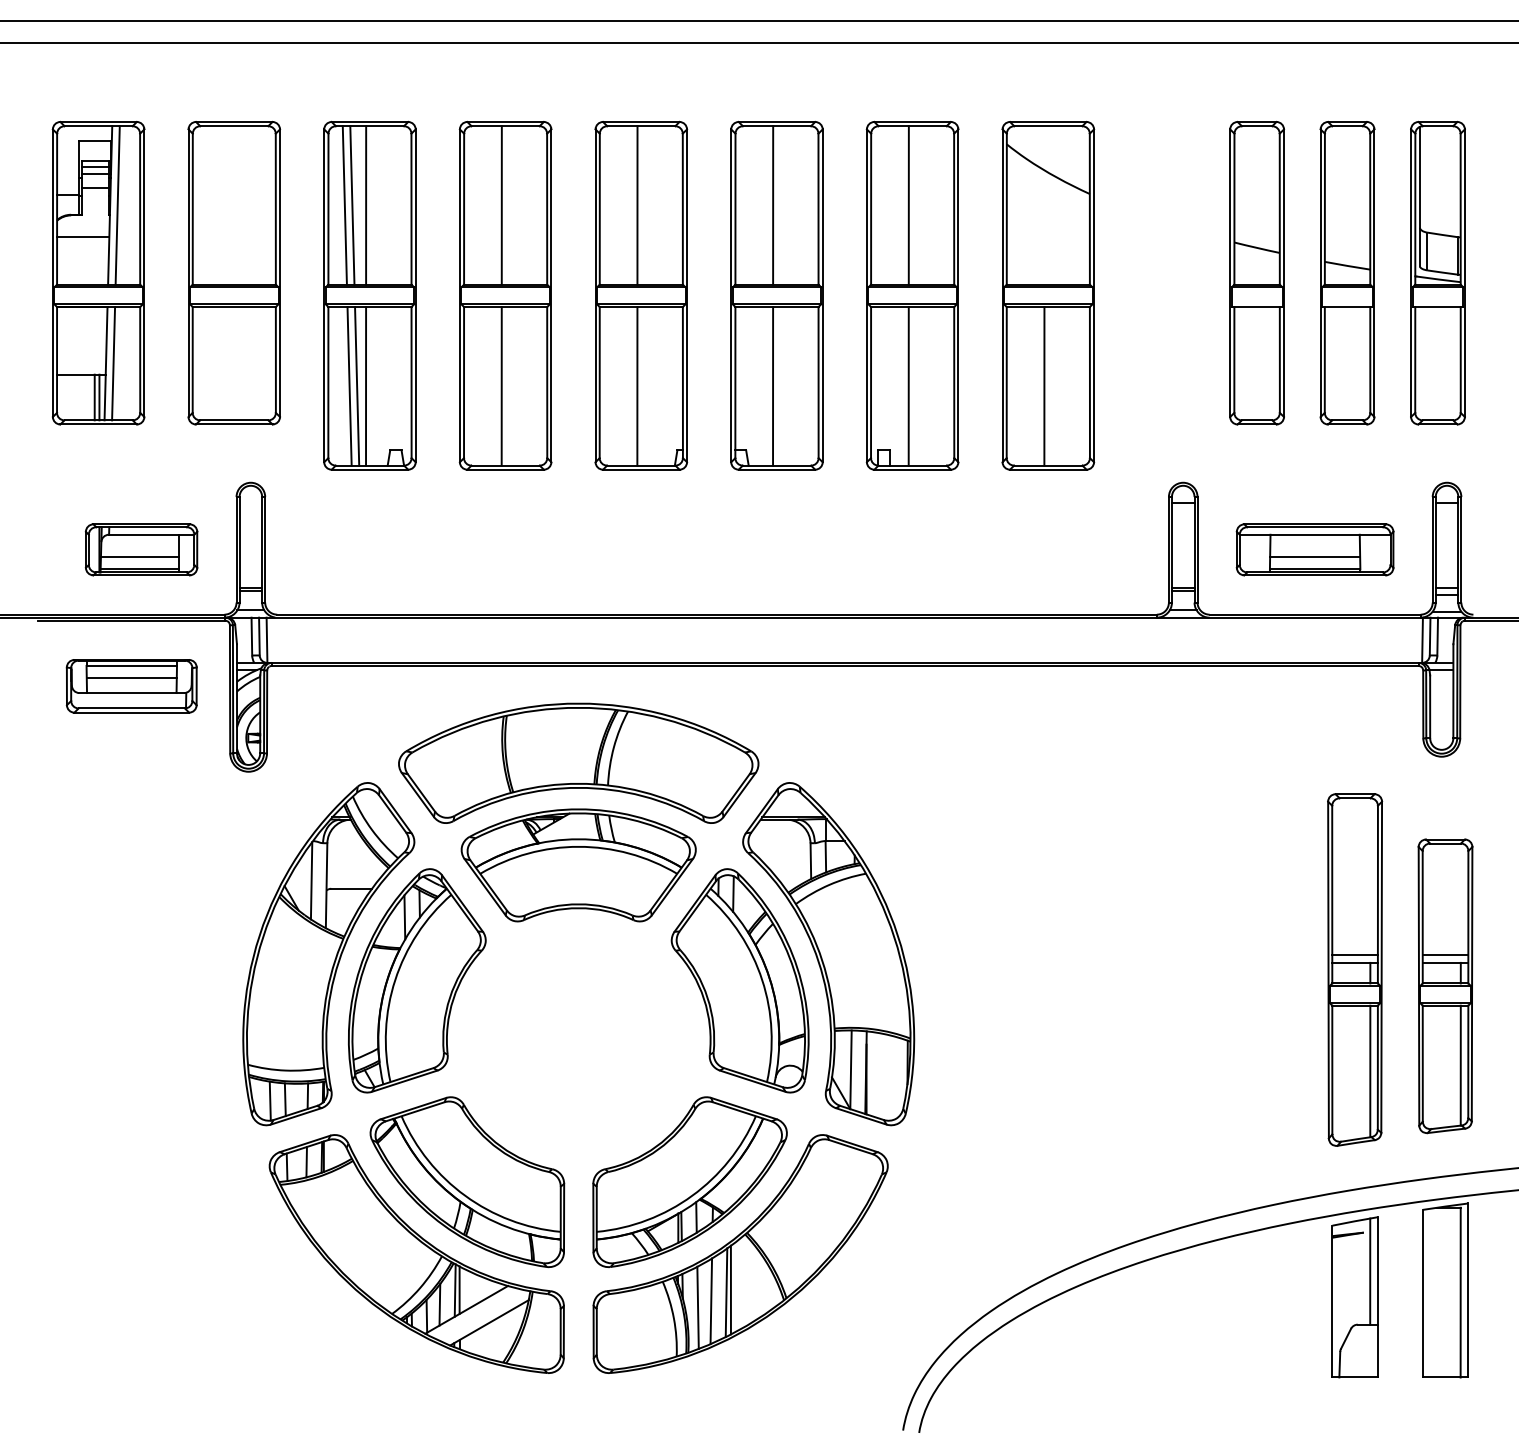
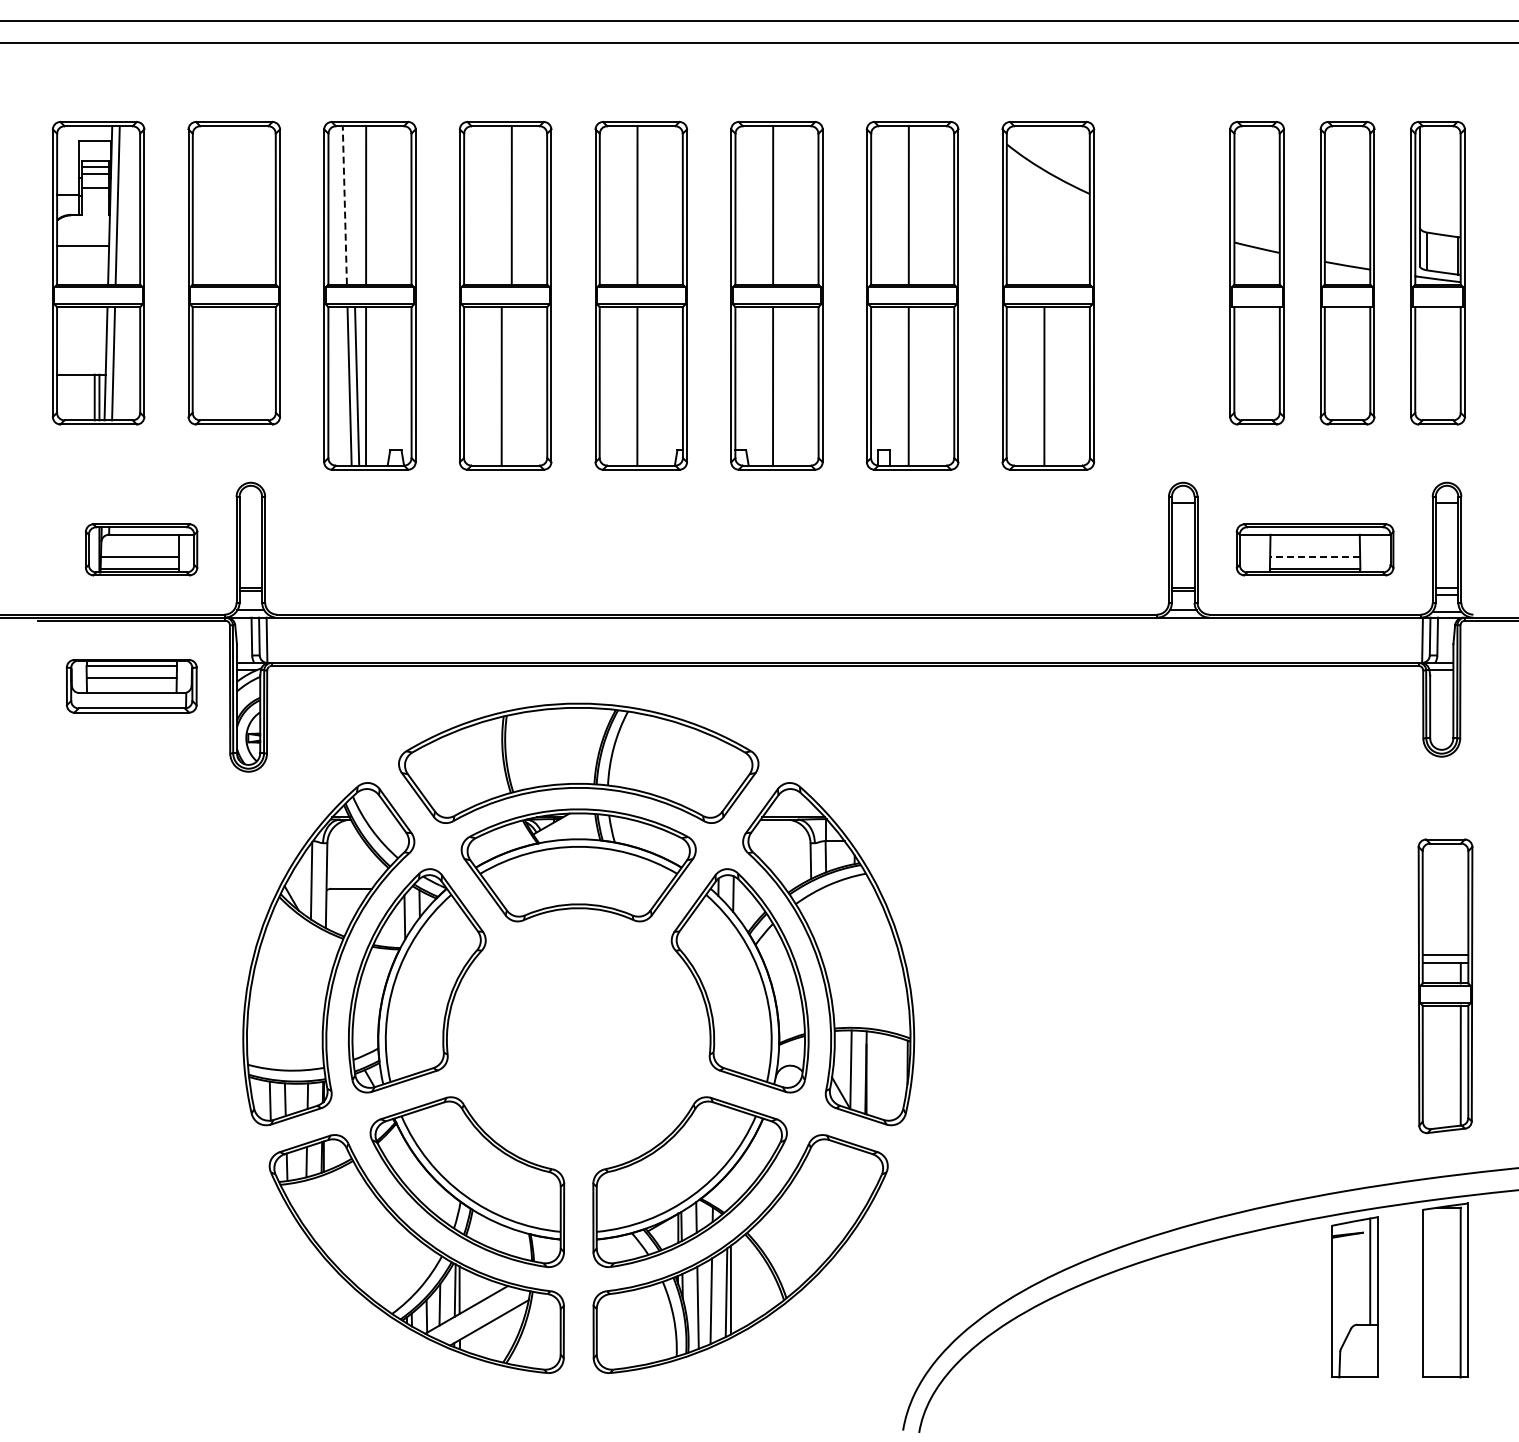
line at (344, 204): solid -> dashed
line at (352, 205): present -> none
line at (501, 205) position: (501, 205) -> (511, 205)
line at (83, 236) position: (83, 236) -> (83, 245)
line at (1314, 557): solid -> dashed
part at (1355, 969): present -> none
